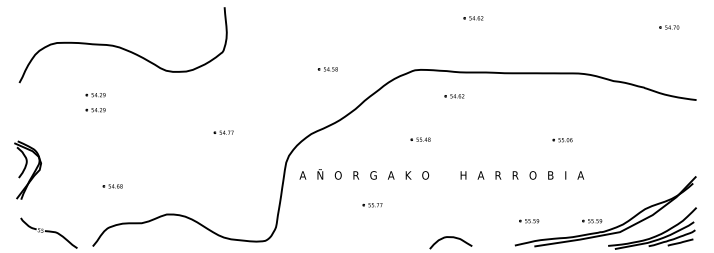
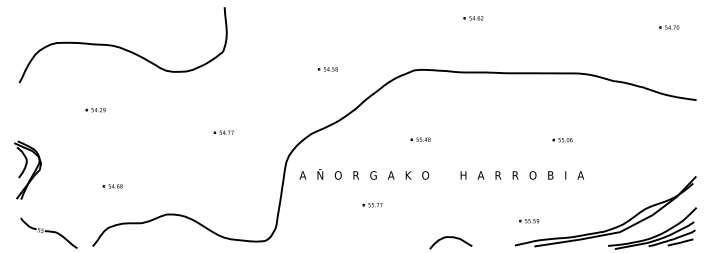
part at (95, 95): present -> none
part at (454, 96): present -> none
part at (592, 221): present -> none
